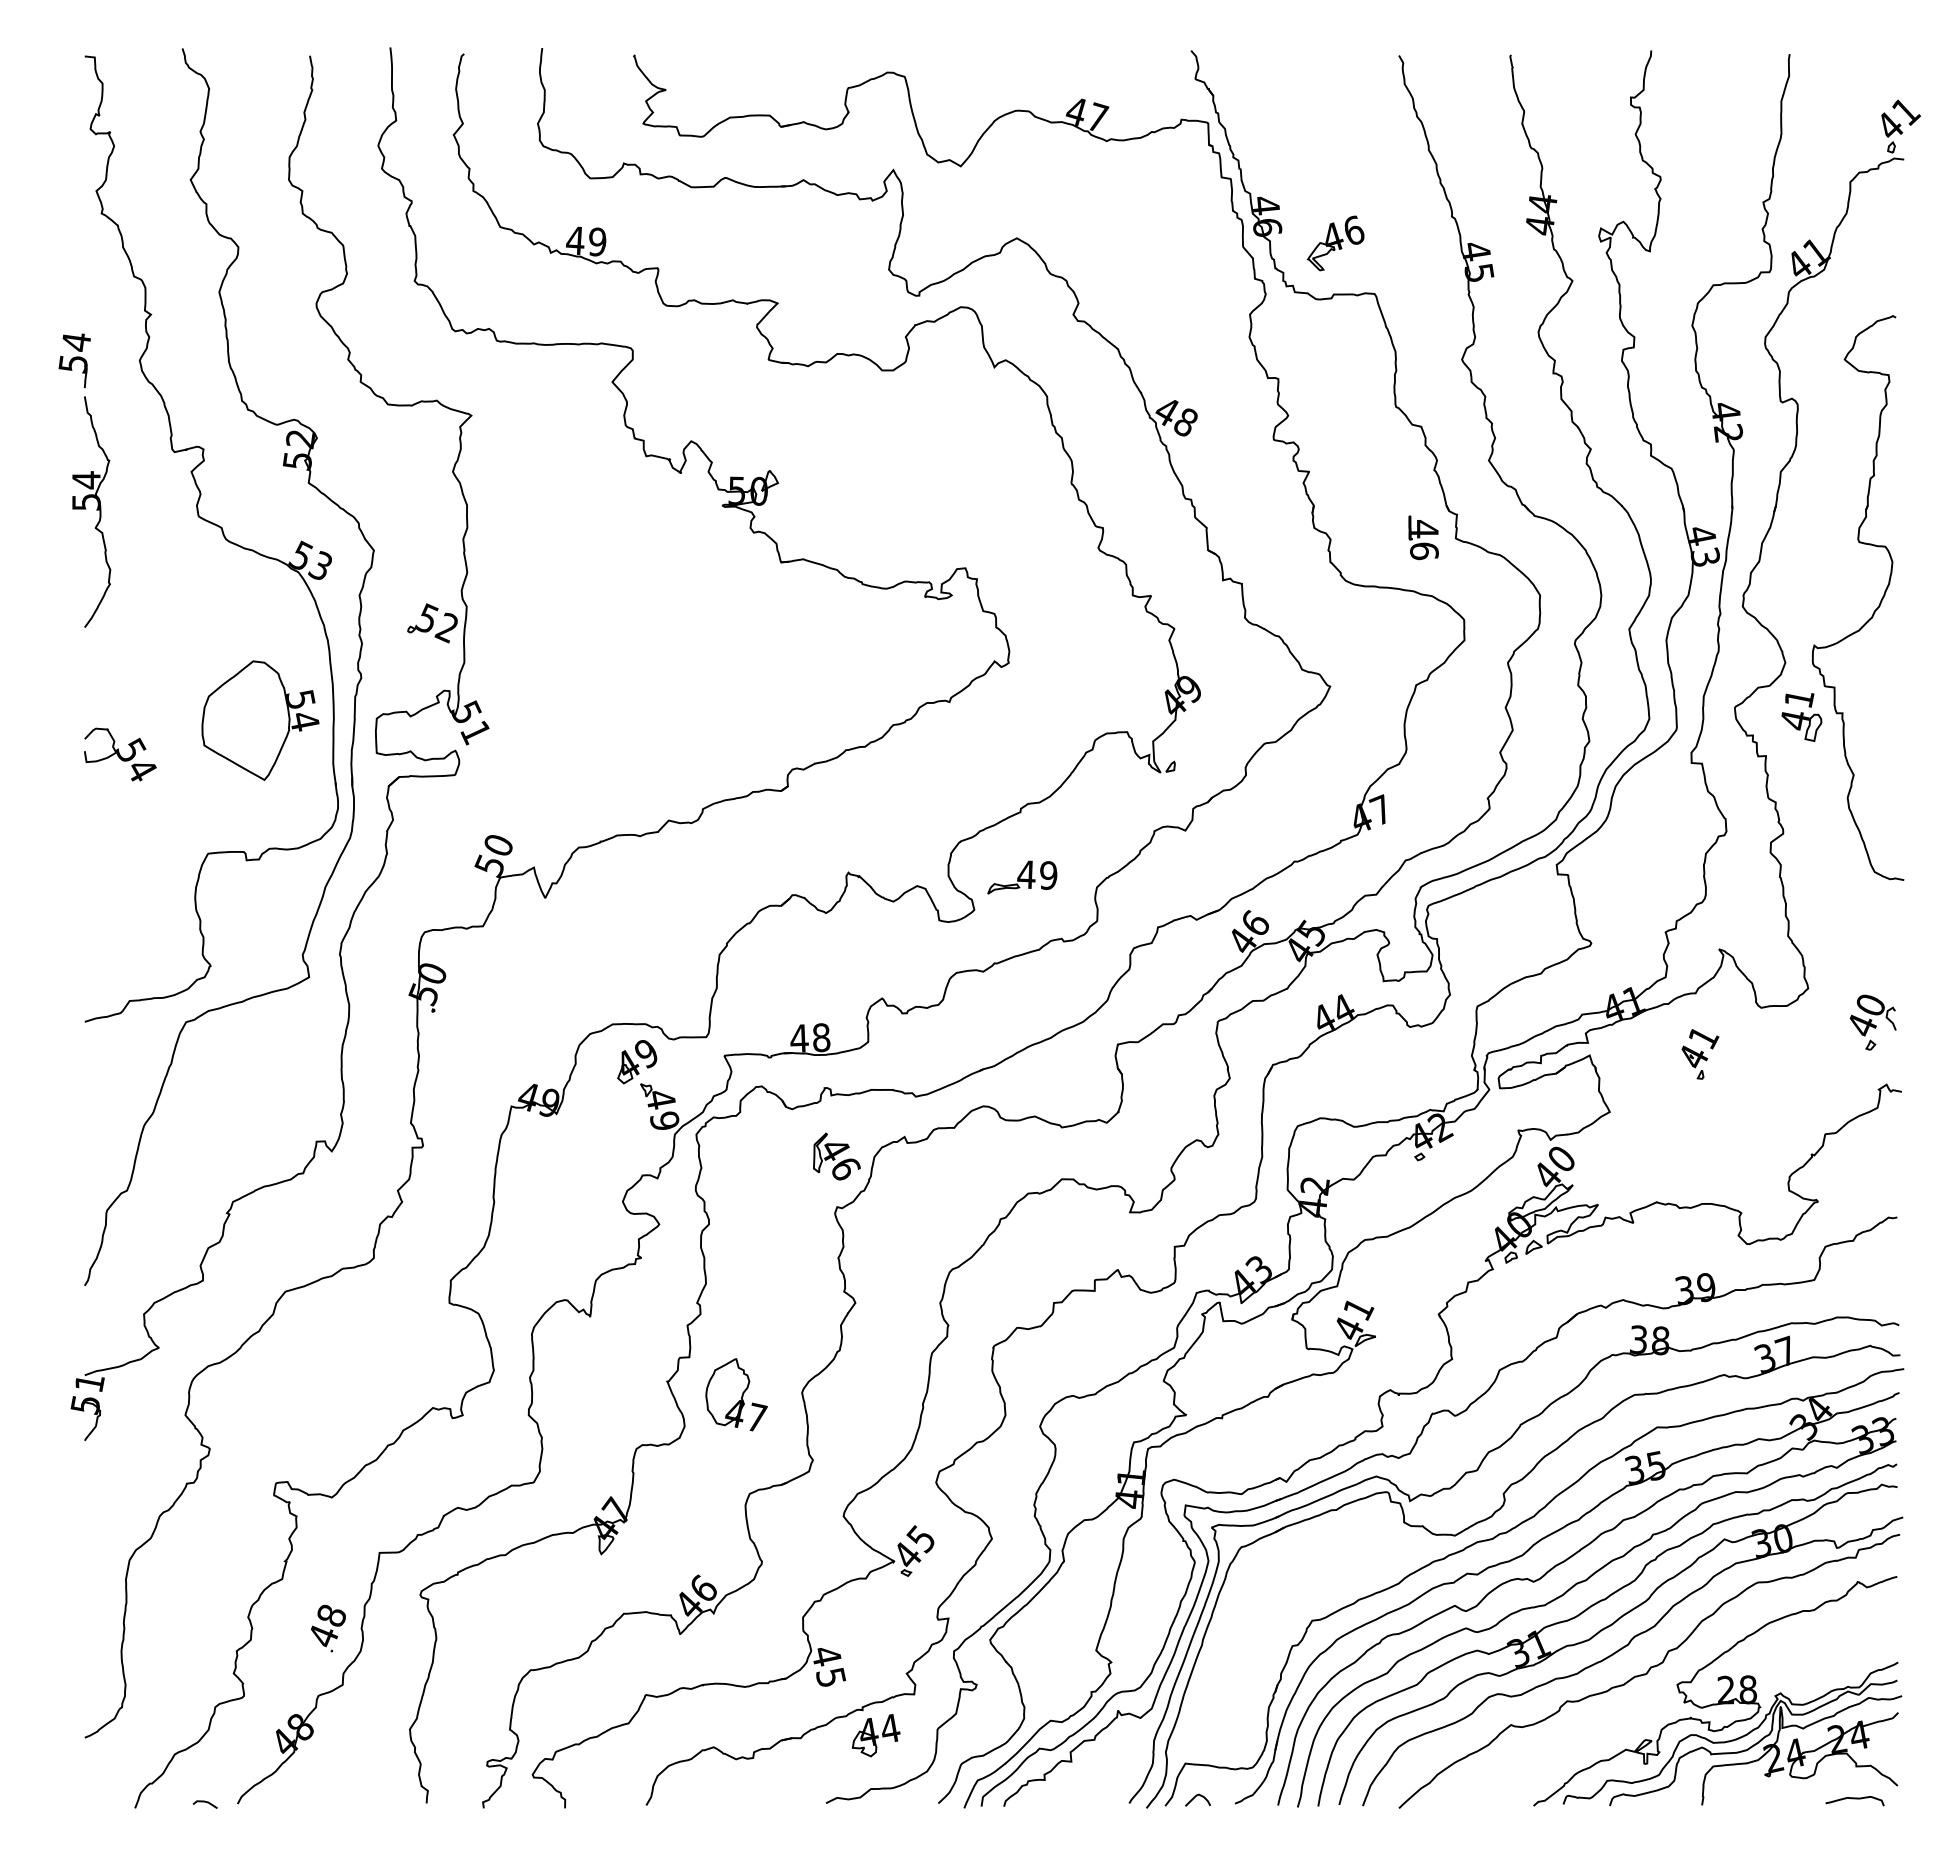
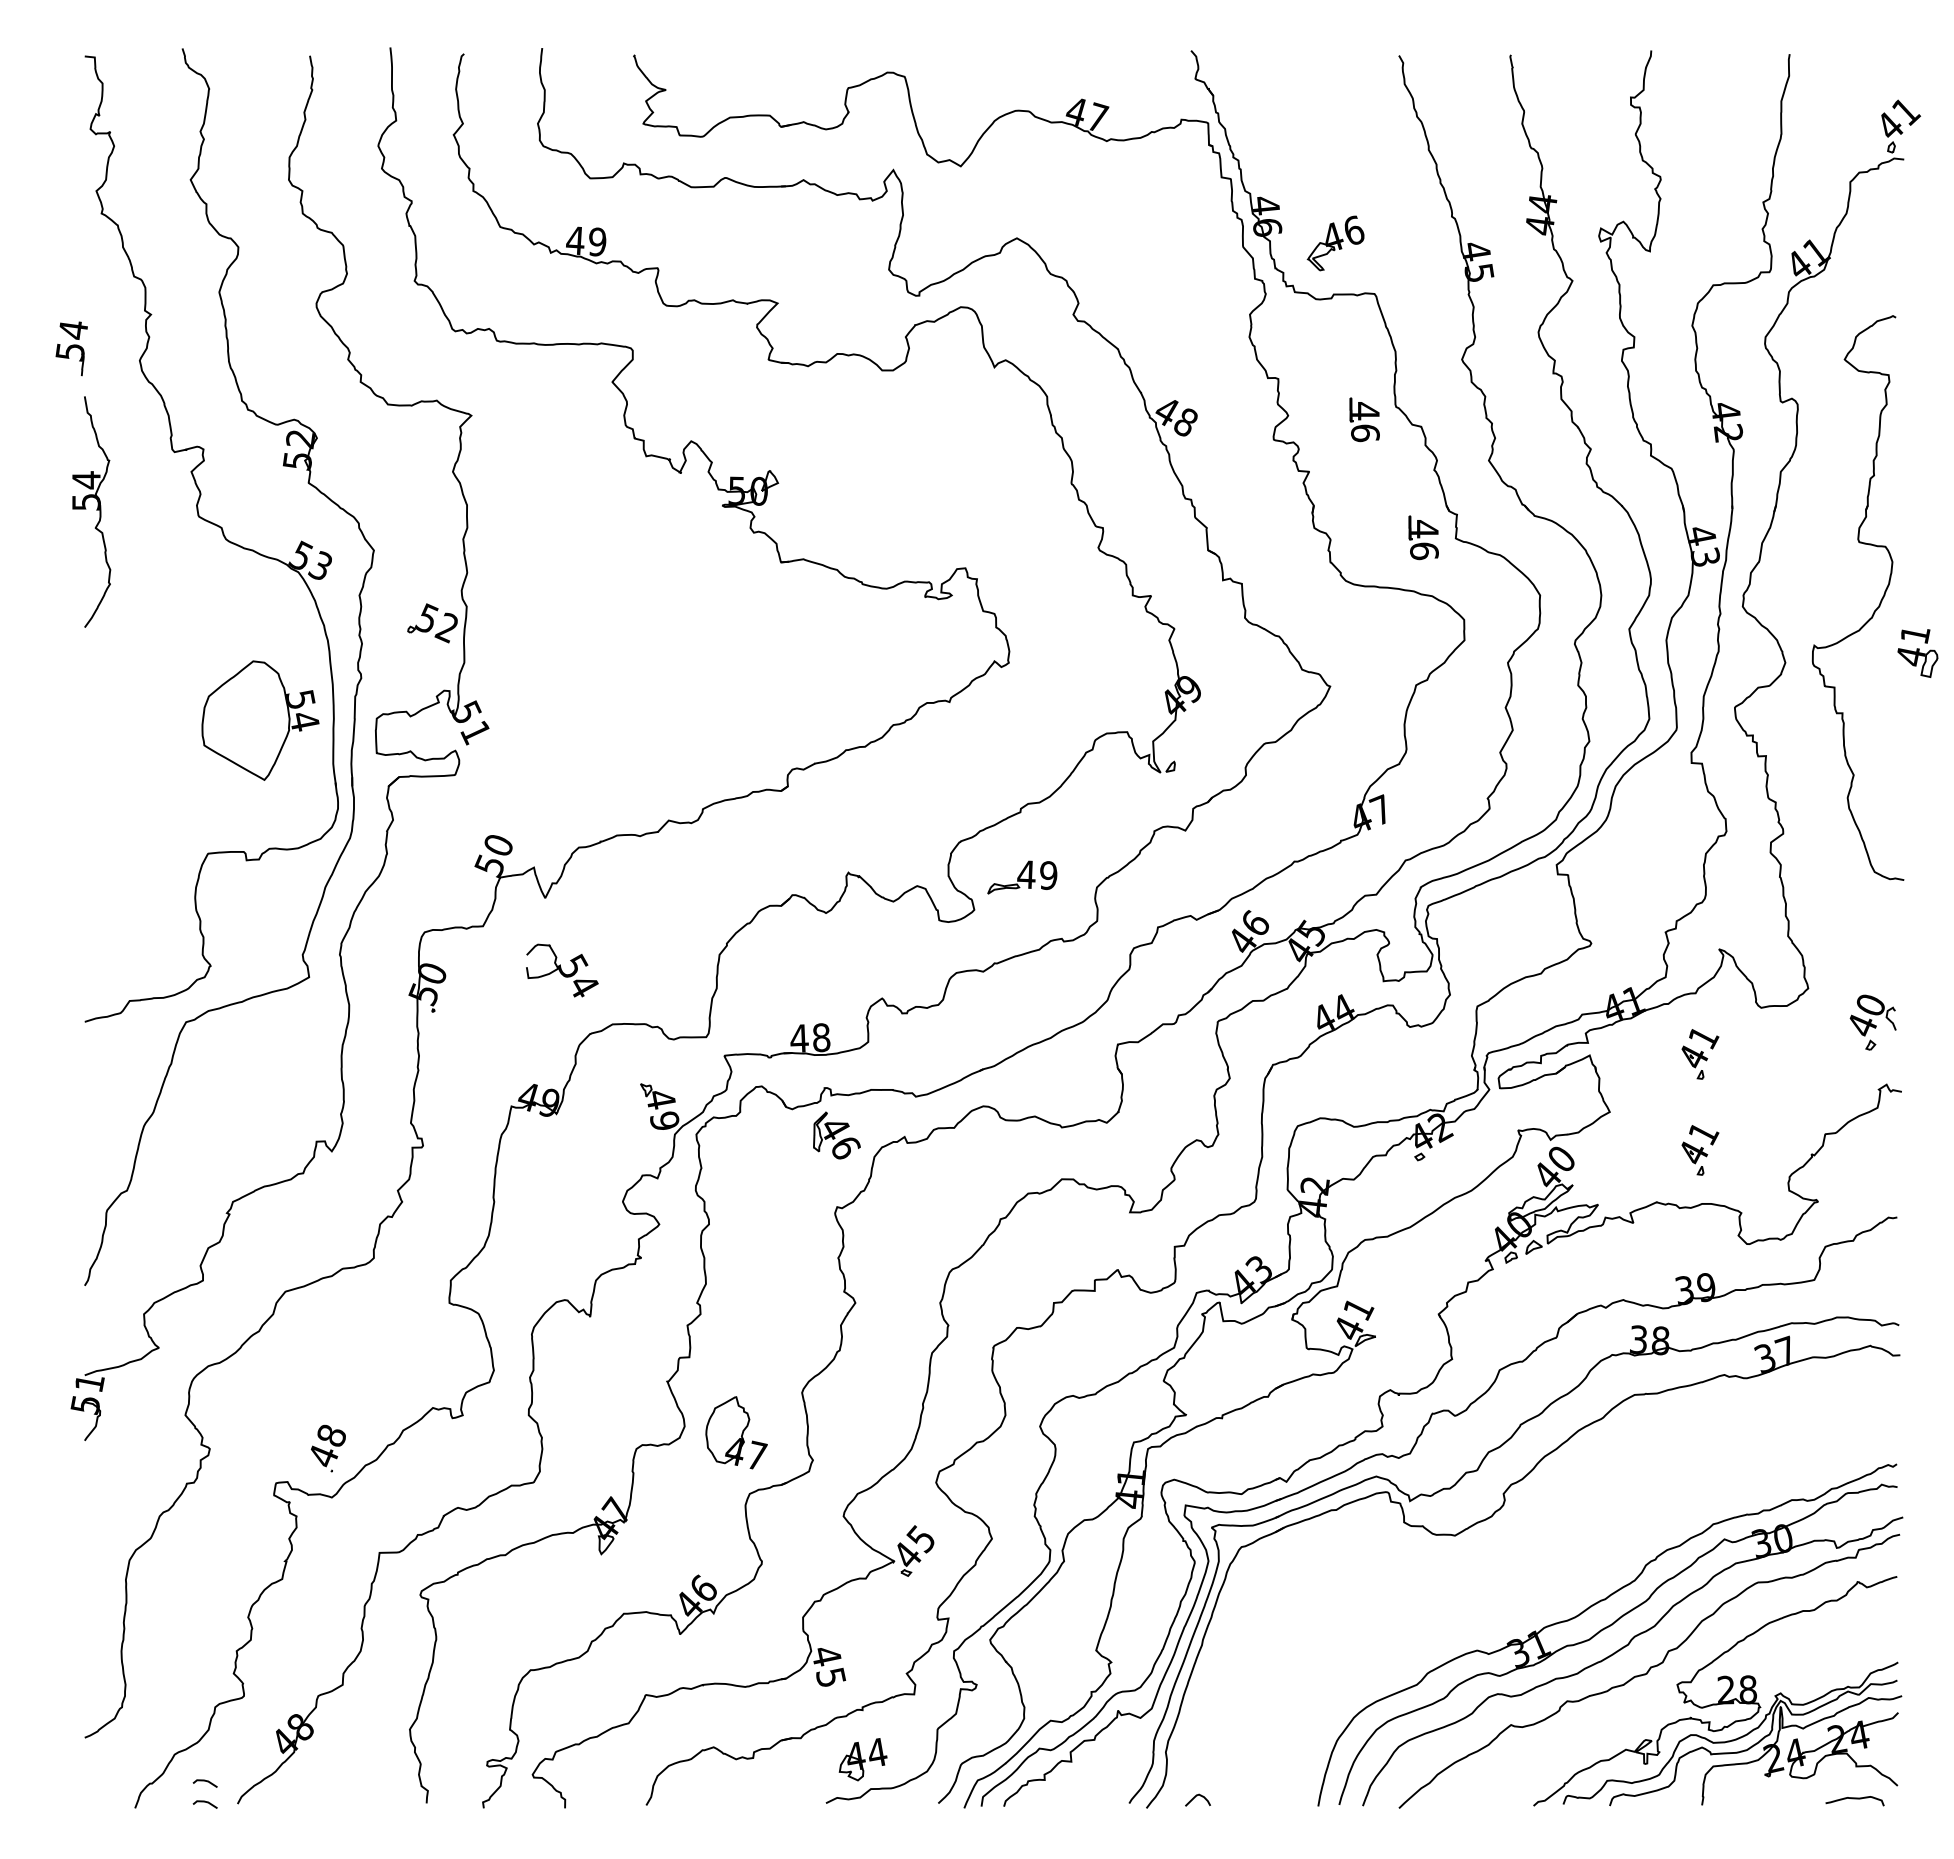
part at (74, 360) position: (74, 360) -> (71, 348)
part at (1364, 419): none -> present
part at (1801, 717) position: (1801, 717) -> (1917, 653)
part at (120, 754) position: (120, 754) -> (562, 970)
part at (637, 1062): present -> none
part at (1700, 1150): none -> present
part at (836, 1156) position: (836, 1156) -> (836, 1135)
part at (736, 1394) position: (736, 1394) -> (736, 1432)
part at (1534, 1587): present -> none
part at (327, 1628) position: (327, 1628) -> (327, 1448)
part at (875, 1735) position: (875, 1735) -> (862, 1759)
line at (204, 1781): none -> present
